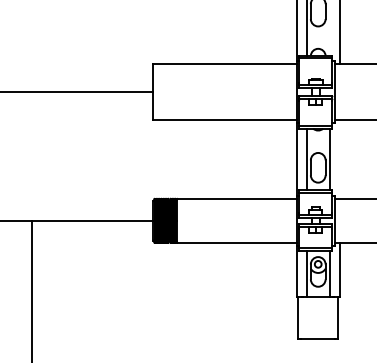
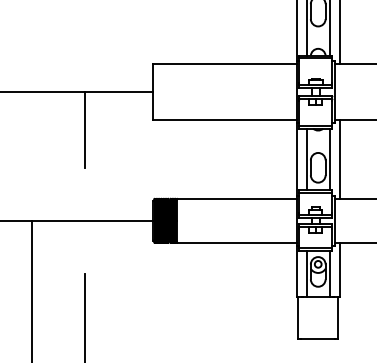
line at (329, 28): none -> present
line at (84, 130): none -> present
line at (339, 159): none -> present
line at (84, 316): none -> present
